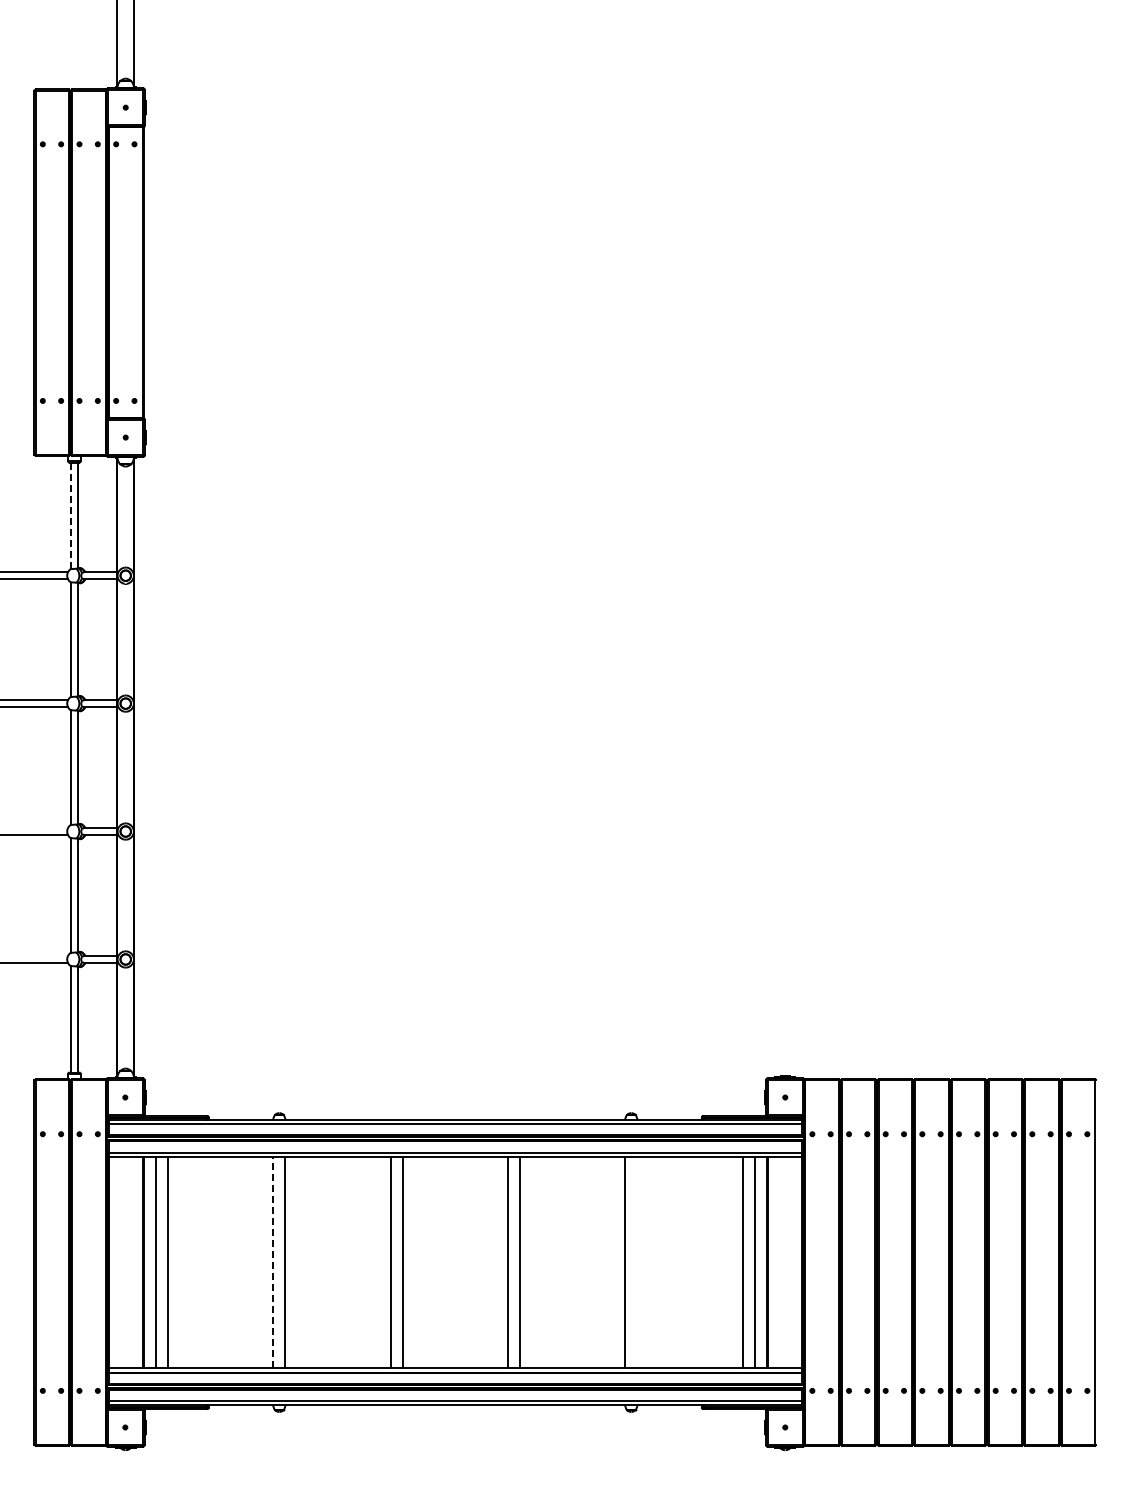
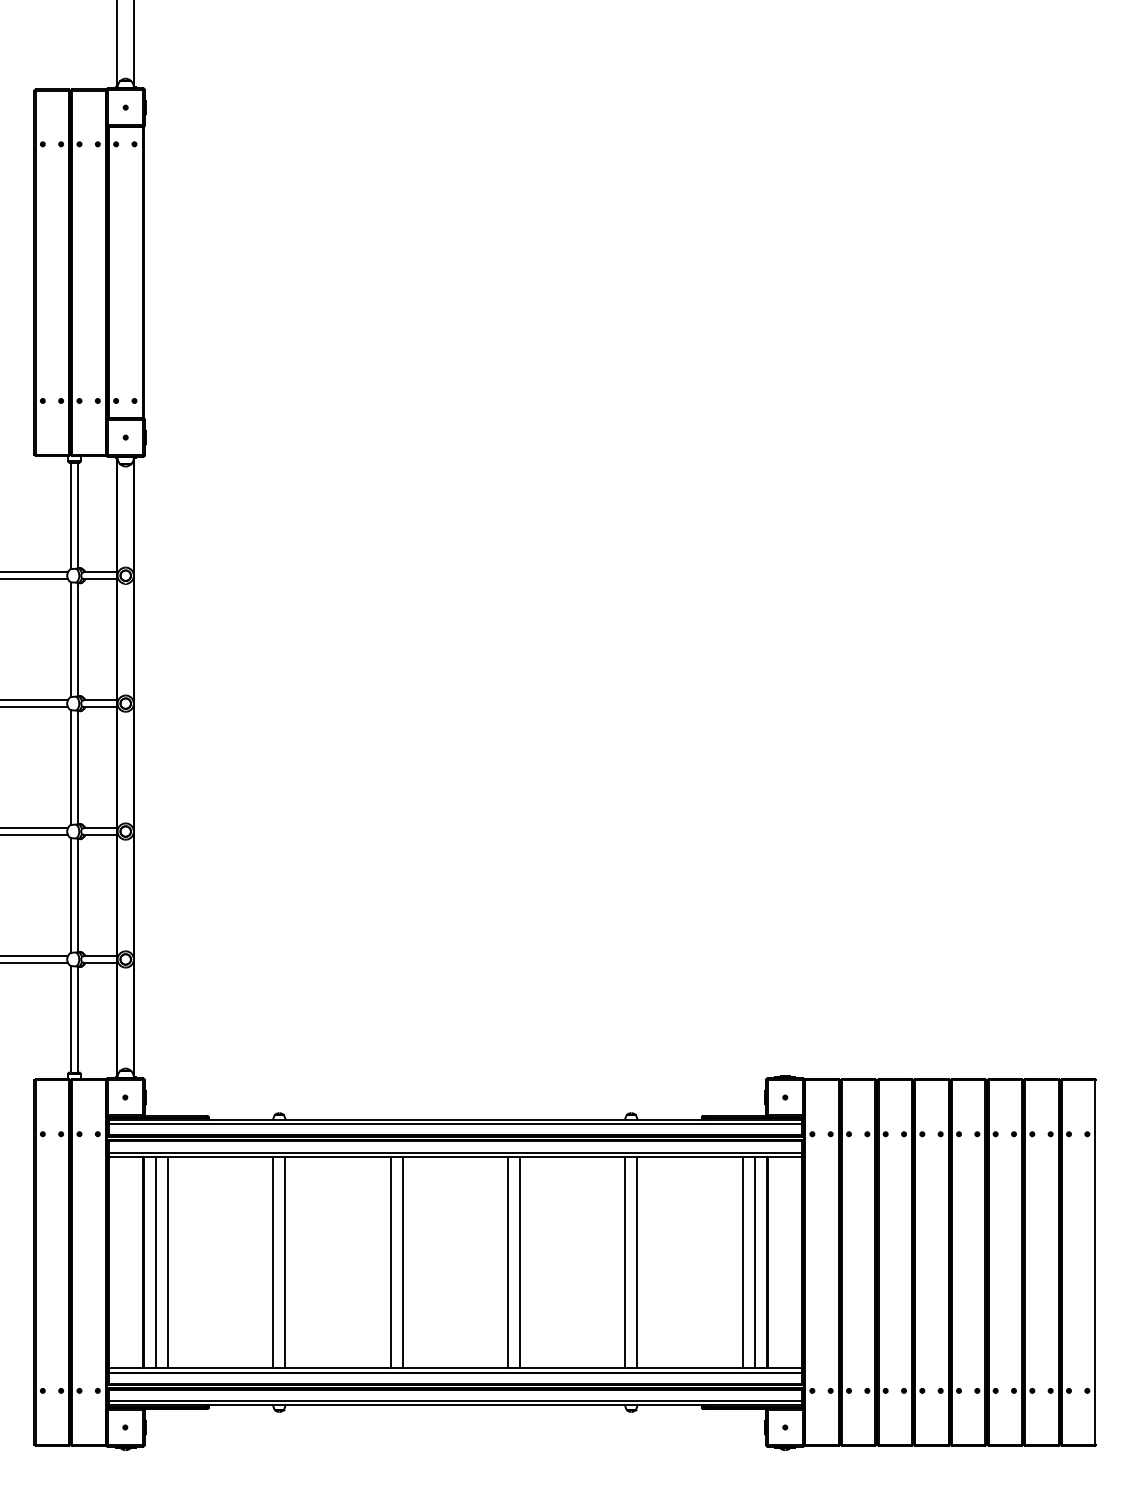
line at (71, 516): dashed -> solid
line at (34, 828): none -> present
line at (34, 956): none -> present
line at (273, 1262): dashed -> solid
line at (637, 1262): none -> present
